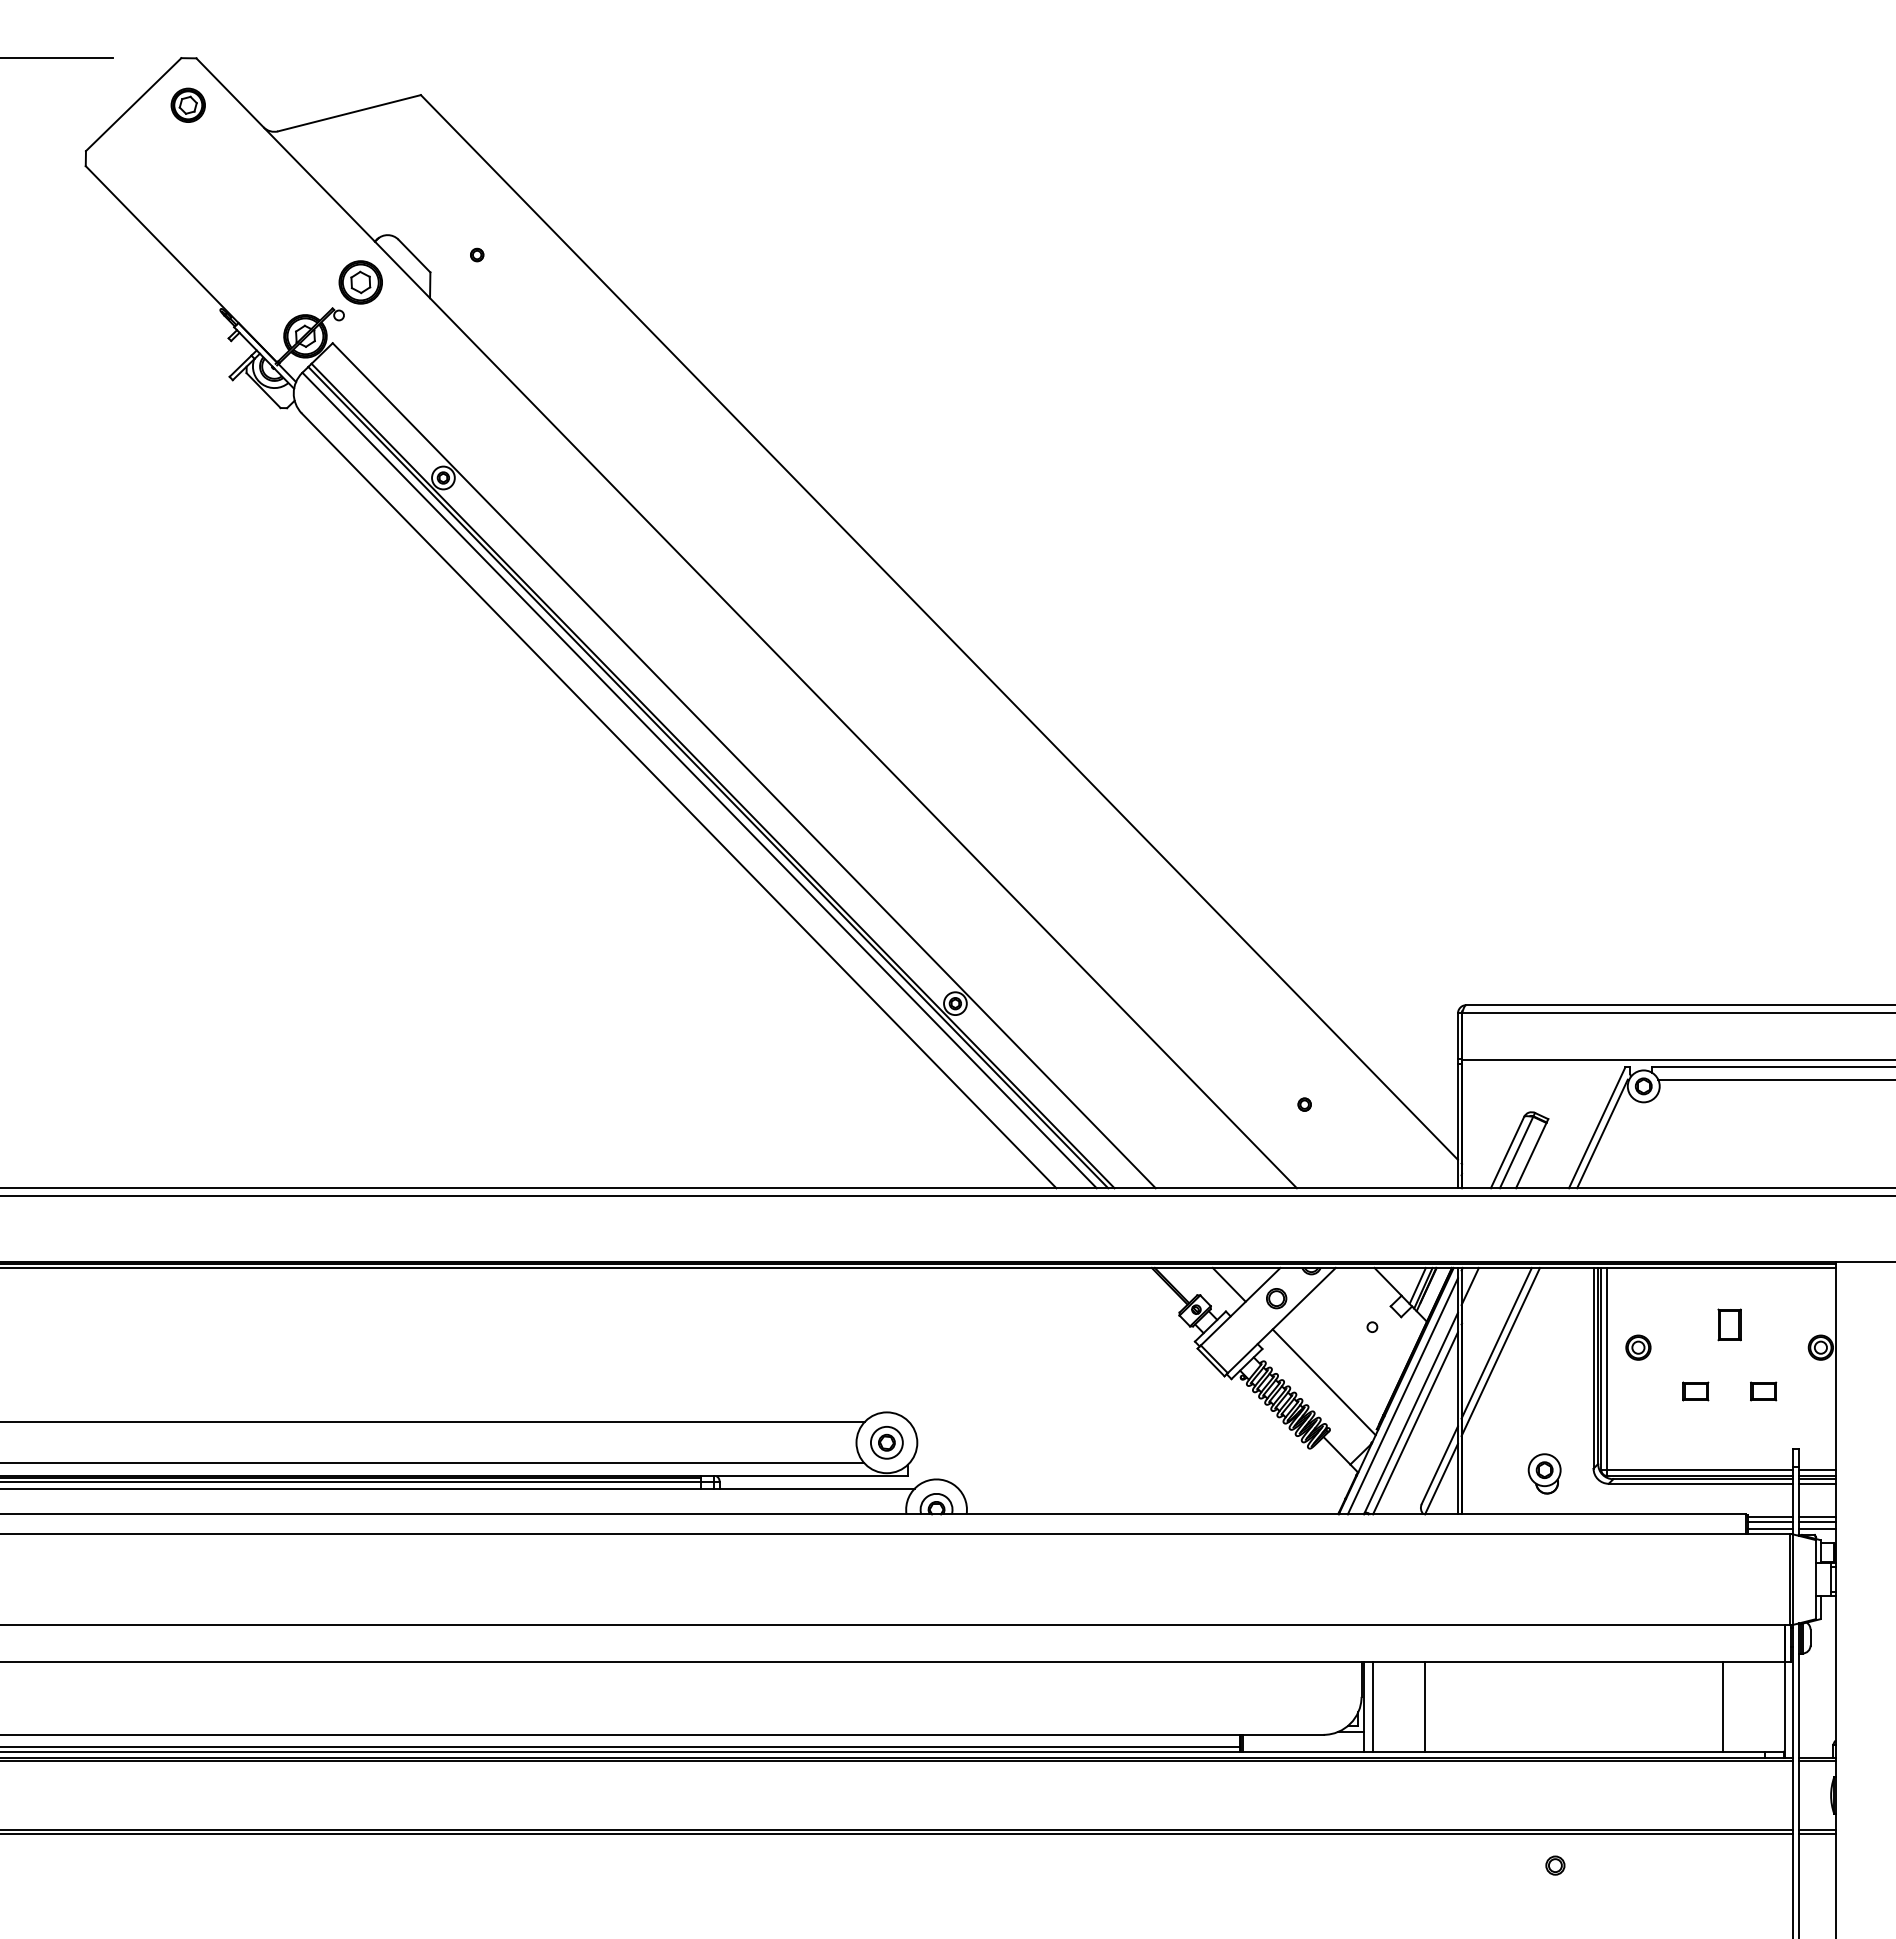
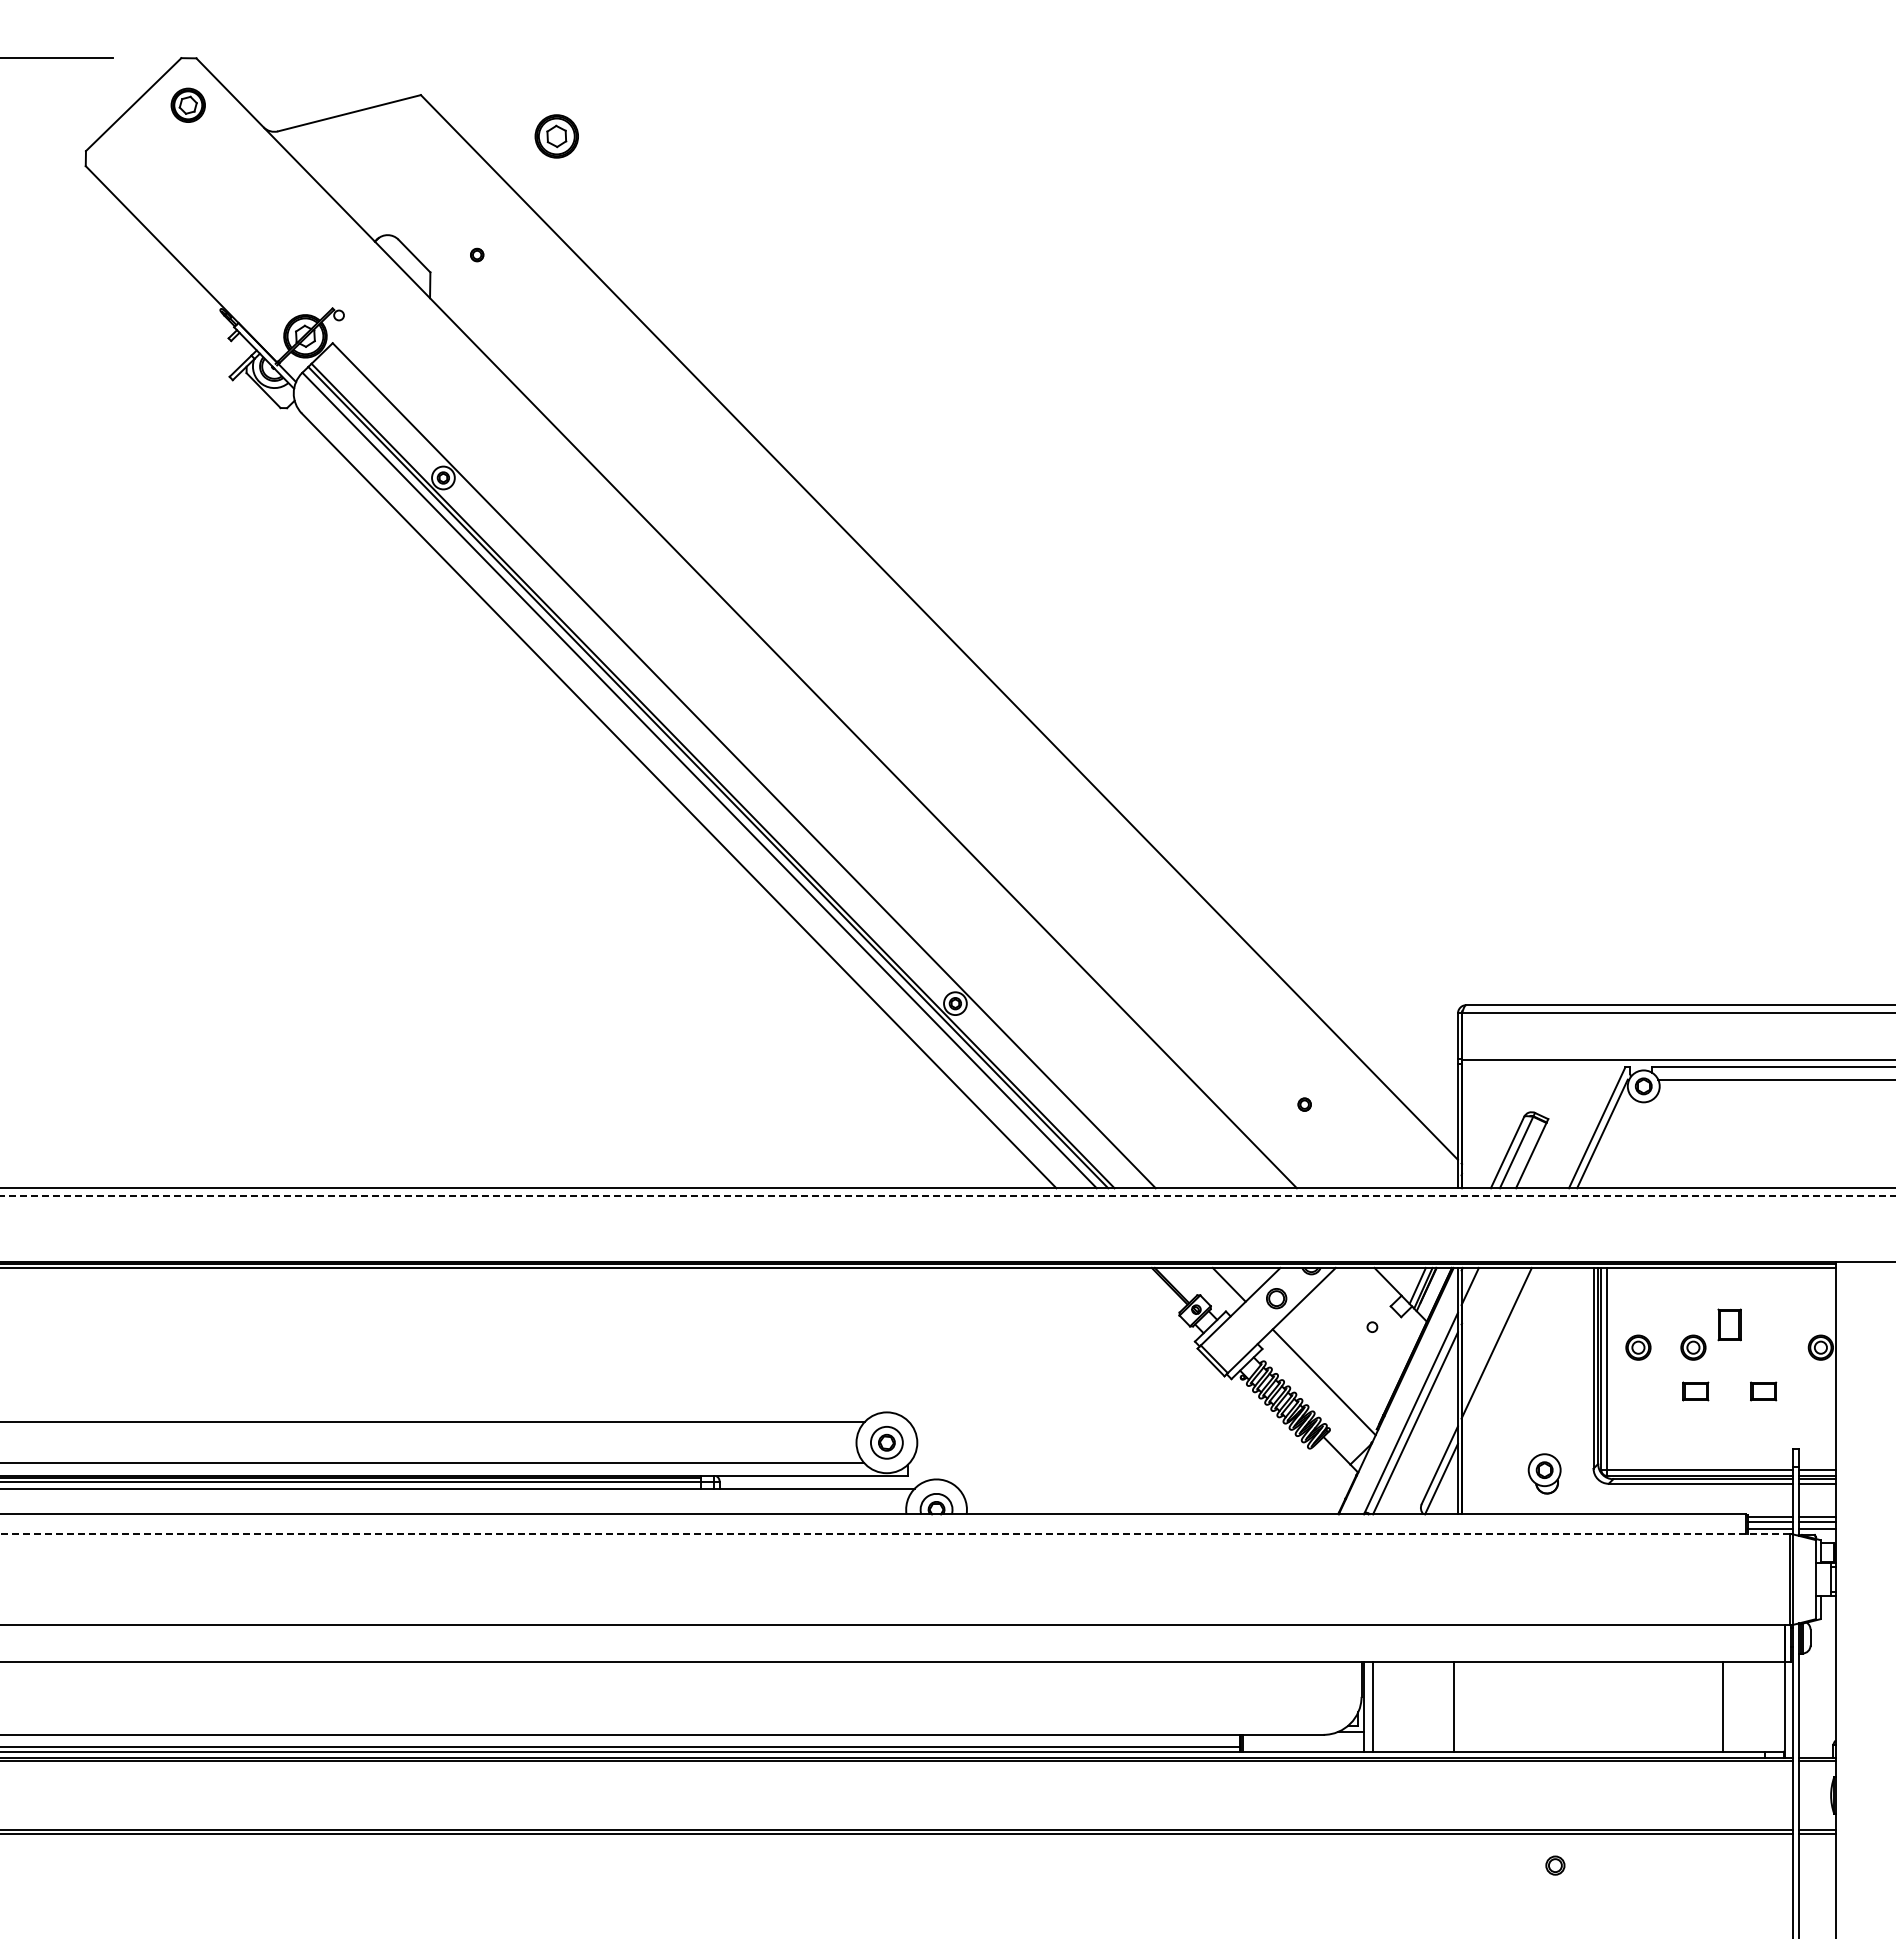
part at (360, 282) position: (360, 282) -> (556, 136)
line at (948, 1196): solid -> dashed
part at (1693, 1347): none -> present
line at (1500, 1351): present -> none
line at (1402, 1396): present -> none
line at (894, 1534): solid -> dashed
line at (1425, 1706) position: (1425, 1706) -> (1454, 1706)
